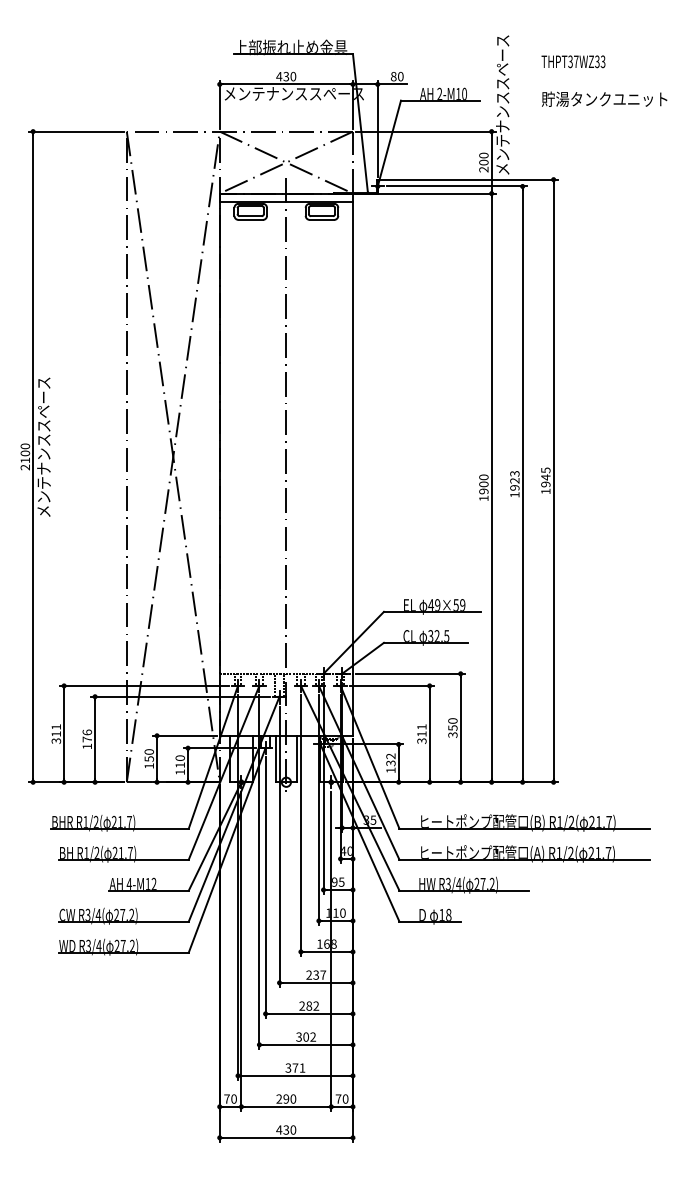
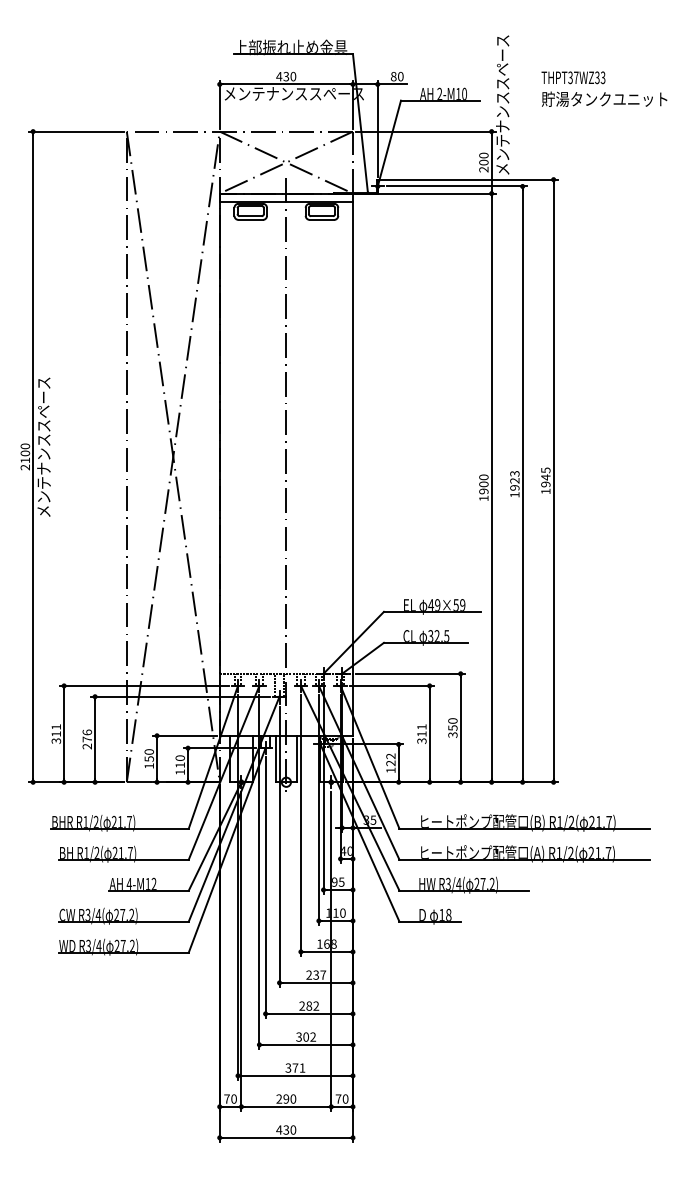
text at (573, 61) position: (573, 61) -> (573, 77)
text at (86, 746): 176 -> 276
text at (391, 763): 132 -> 122
